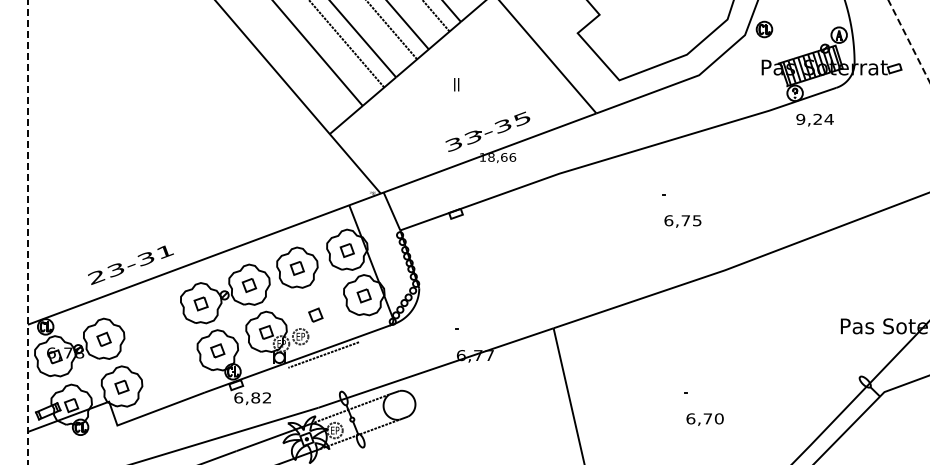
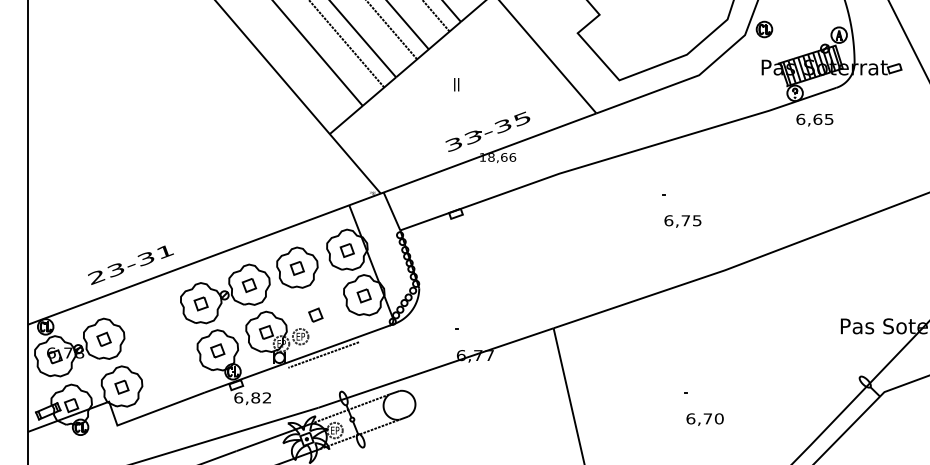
line at (909, 41): dashed -> solid
text at (814, 118): 9,24 -> 6,65
line at (27, 232): dashed -> solid
